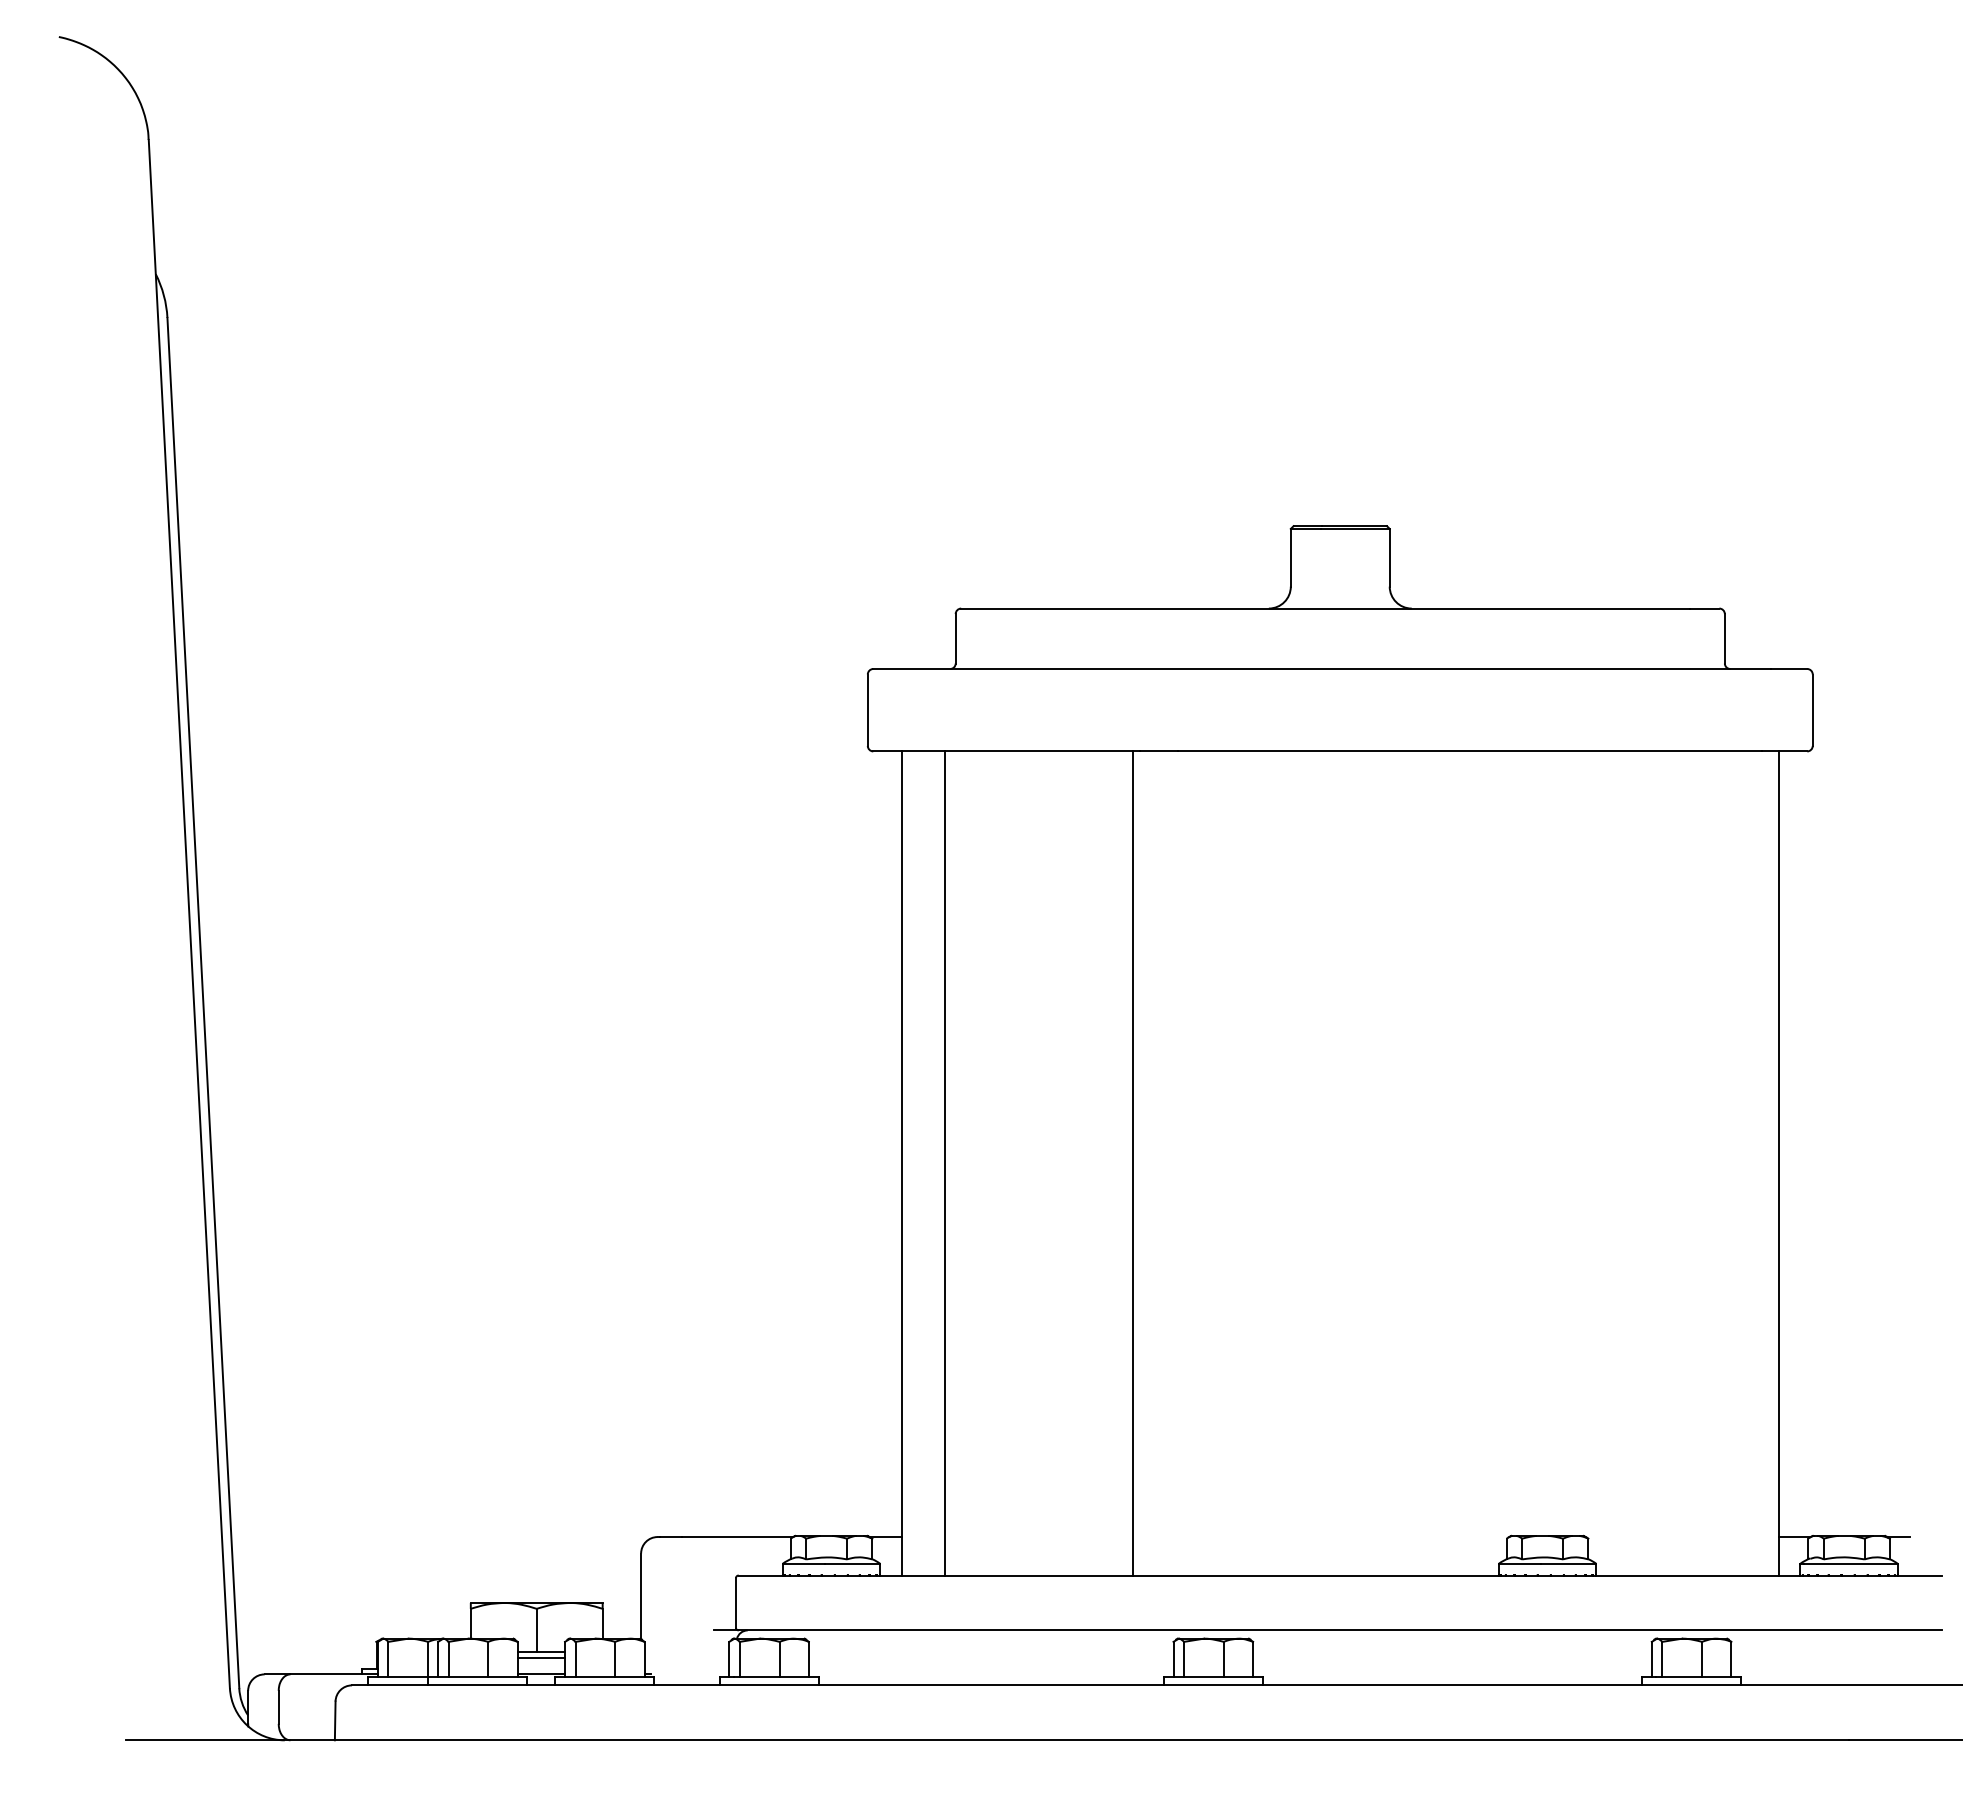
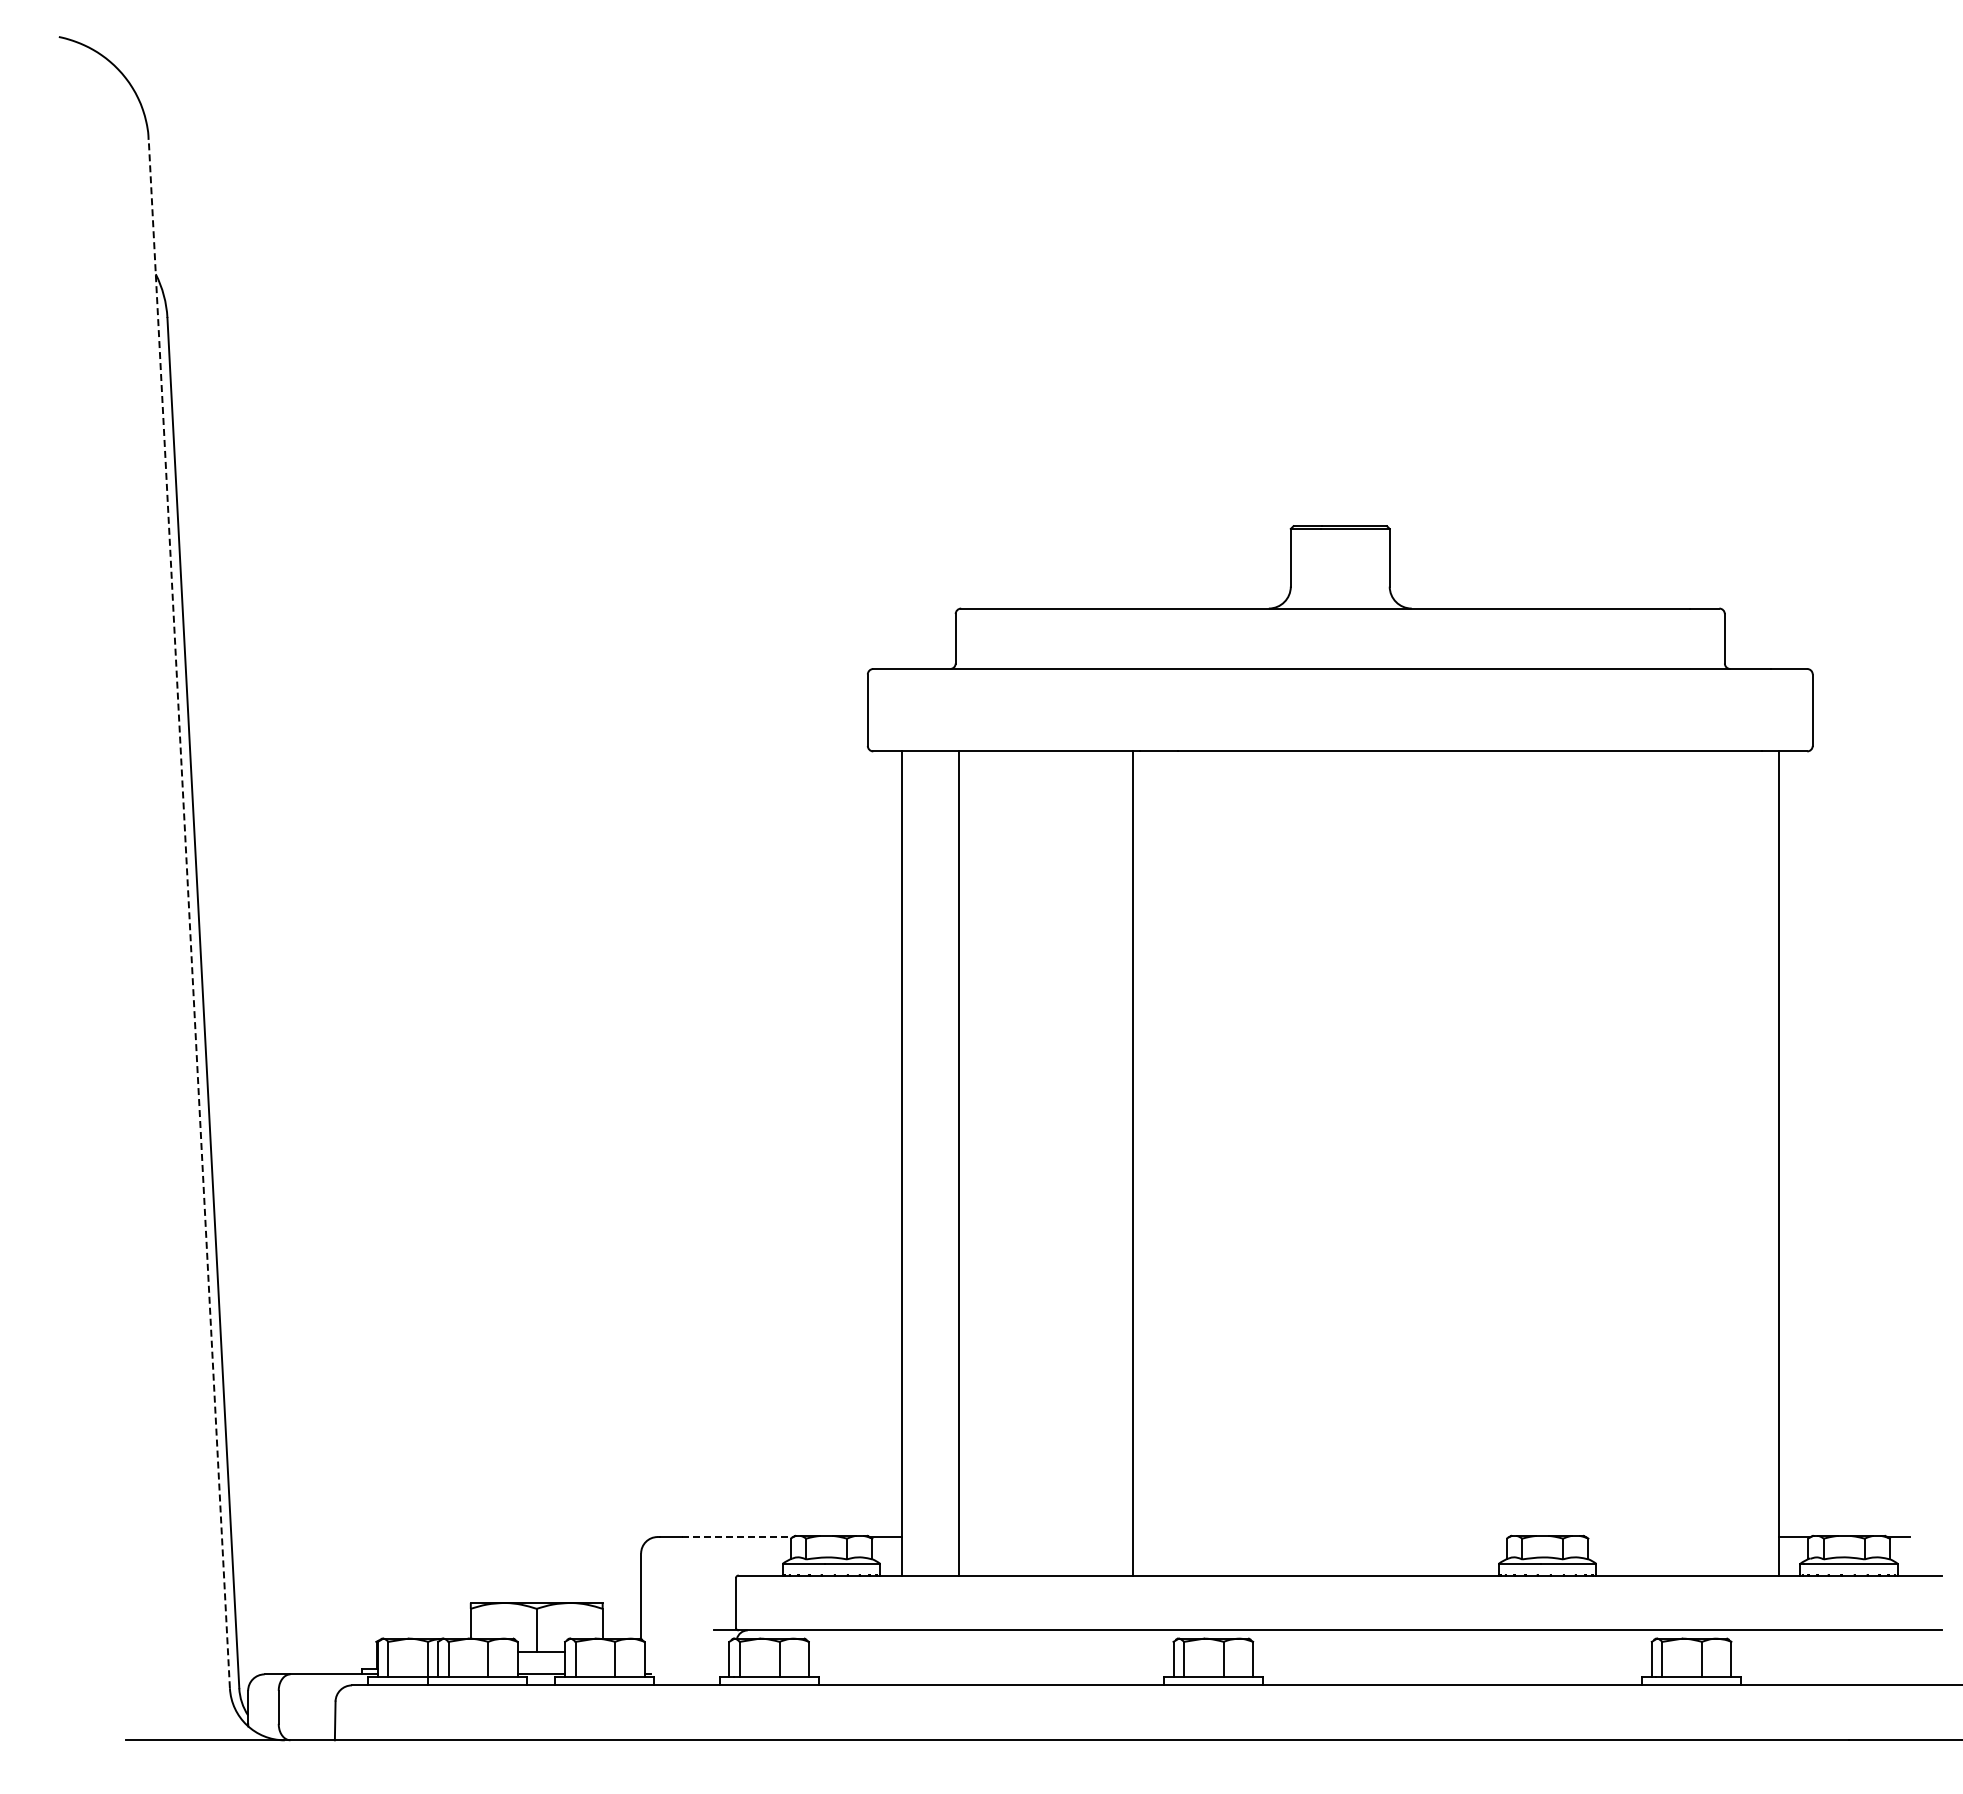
line at (189, 913): solid -> dashed
line at (944, 1163) position: (944, 1163) -> (958, 1163)
line at (737, 1537): solid -> dashed
line at (541, 1657): present -> none
